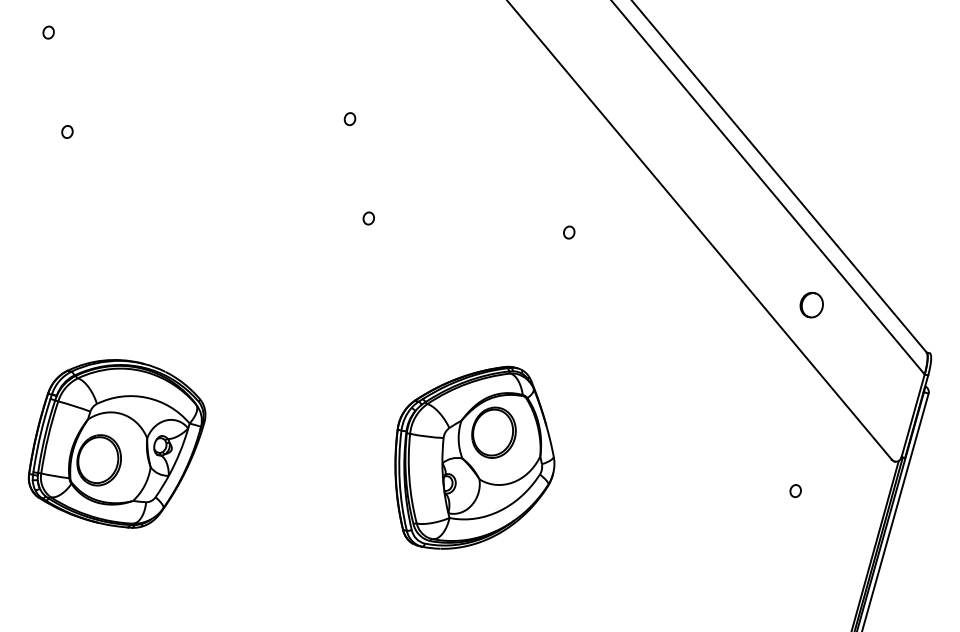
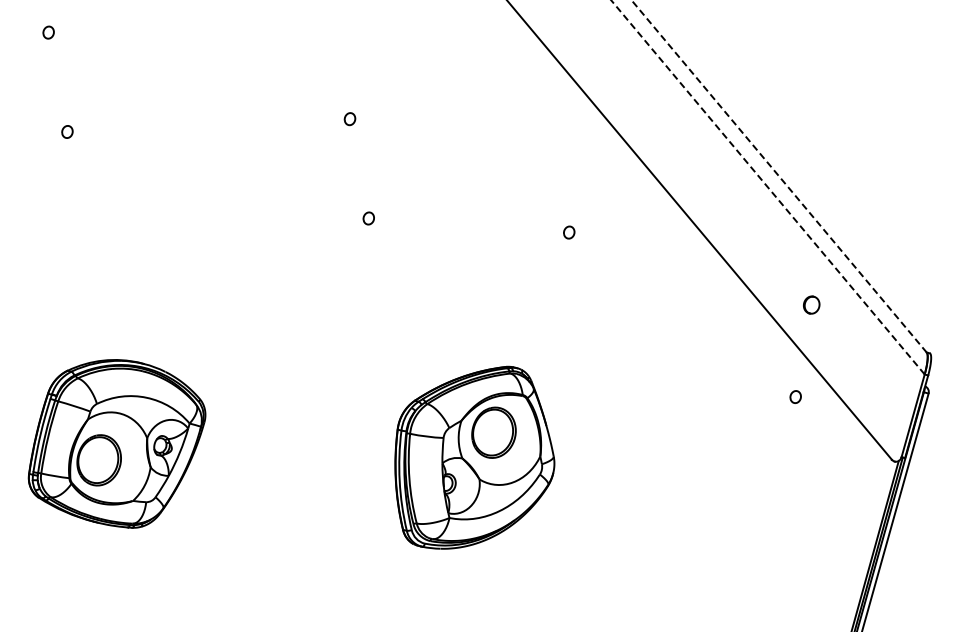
line at (779, 176): solid -> dashed
line at (768, 187): solid -> dashed
part at (811, 304) size: 25x28 px -> 18x20 px
part at (795, 490) position: (795, 490) -> (795, 396)
